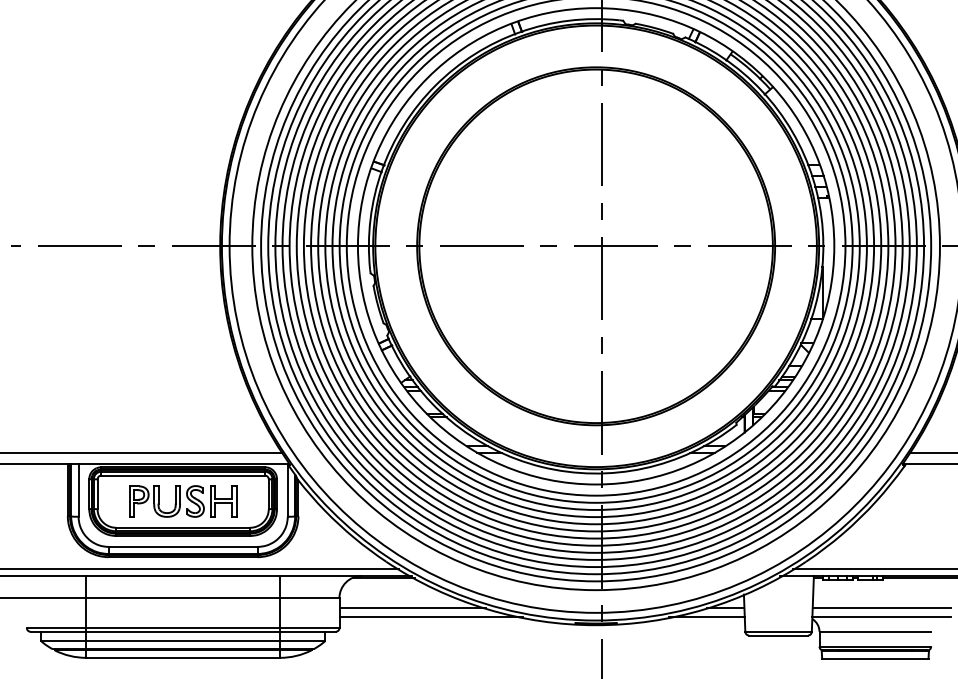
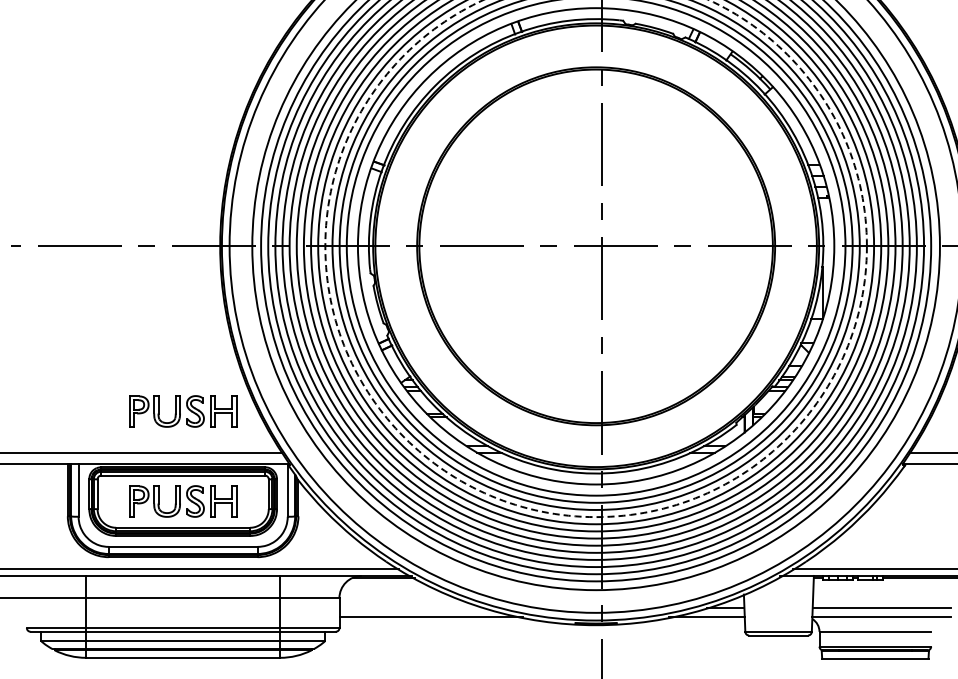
circle at (595, 258): solid -> dashed
part at (183, 411): none -> present
line at (412, 607): present -> none
